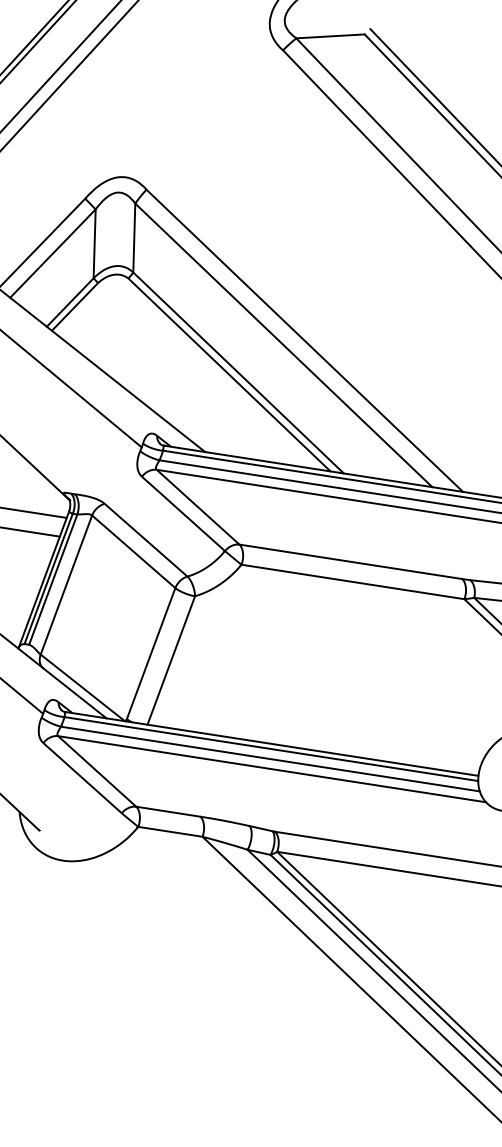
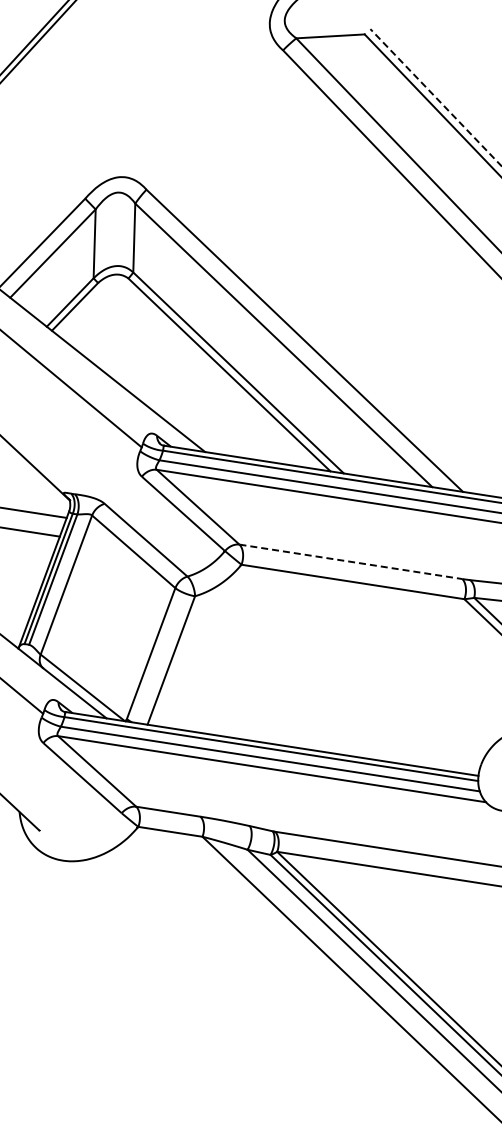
line at (60, 66): present -> none
line at (69, 75): present -> none
line at (436, 97): solid -> dashed
line at (350, 561): solid -> dashed
